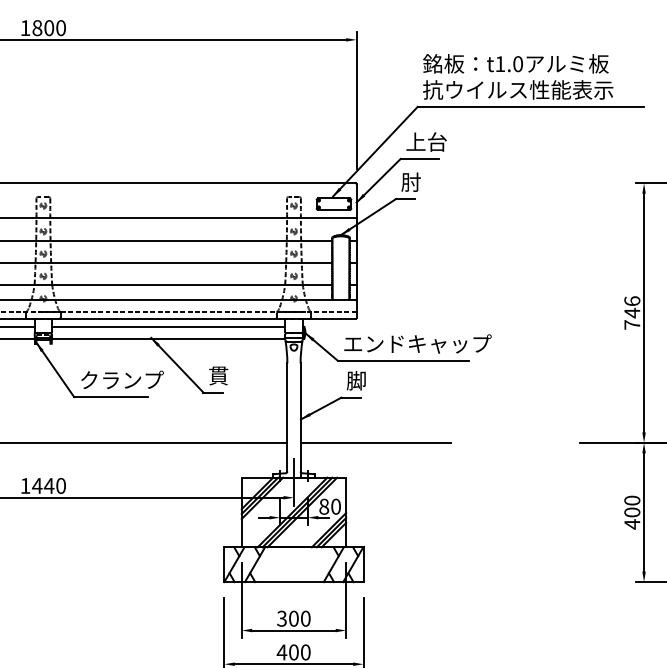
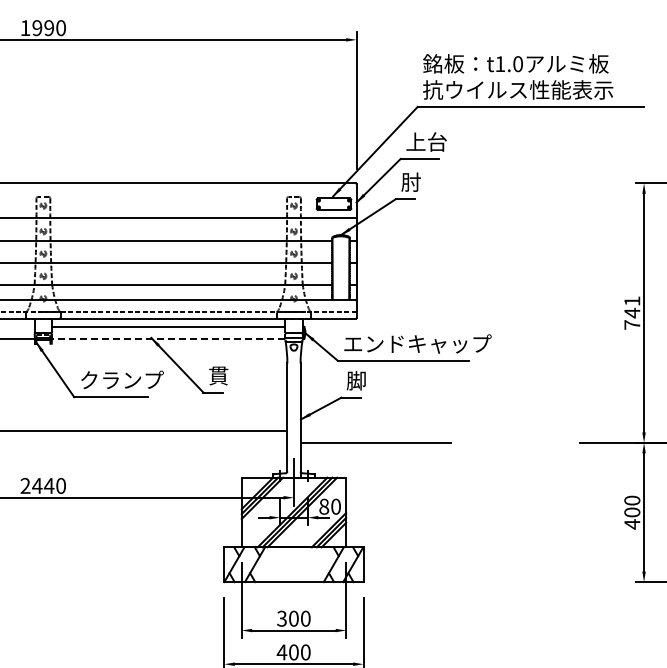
text at (43, 28): 1800 -> 1990
text at (632, 300): 746 -> 741
line at (18, 326): present -> none
line at (168, 338): solid -> dashed
line at (144, 442) position: (144, 442) -> (144, 430)
text at (25, 485): 1440 -> 2440
